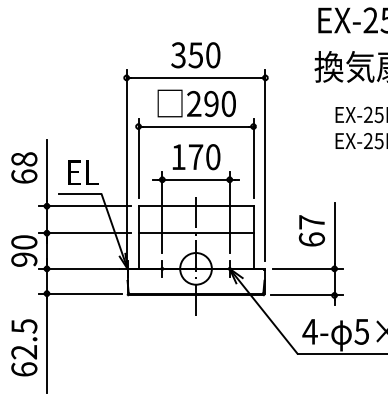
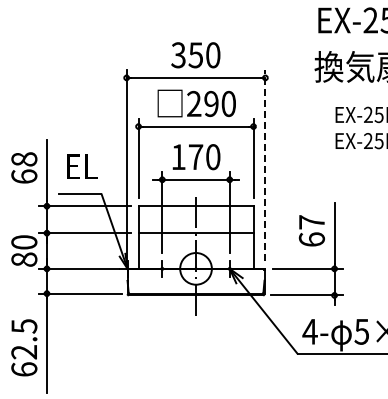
line at (265, 164): solid -> dashed
text at (83, 172) position: (83, 172) -> (82, 166)
text at (24, 259): 90 -> 80
